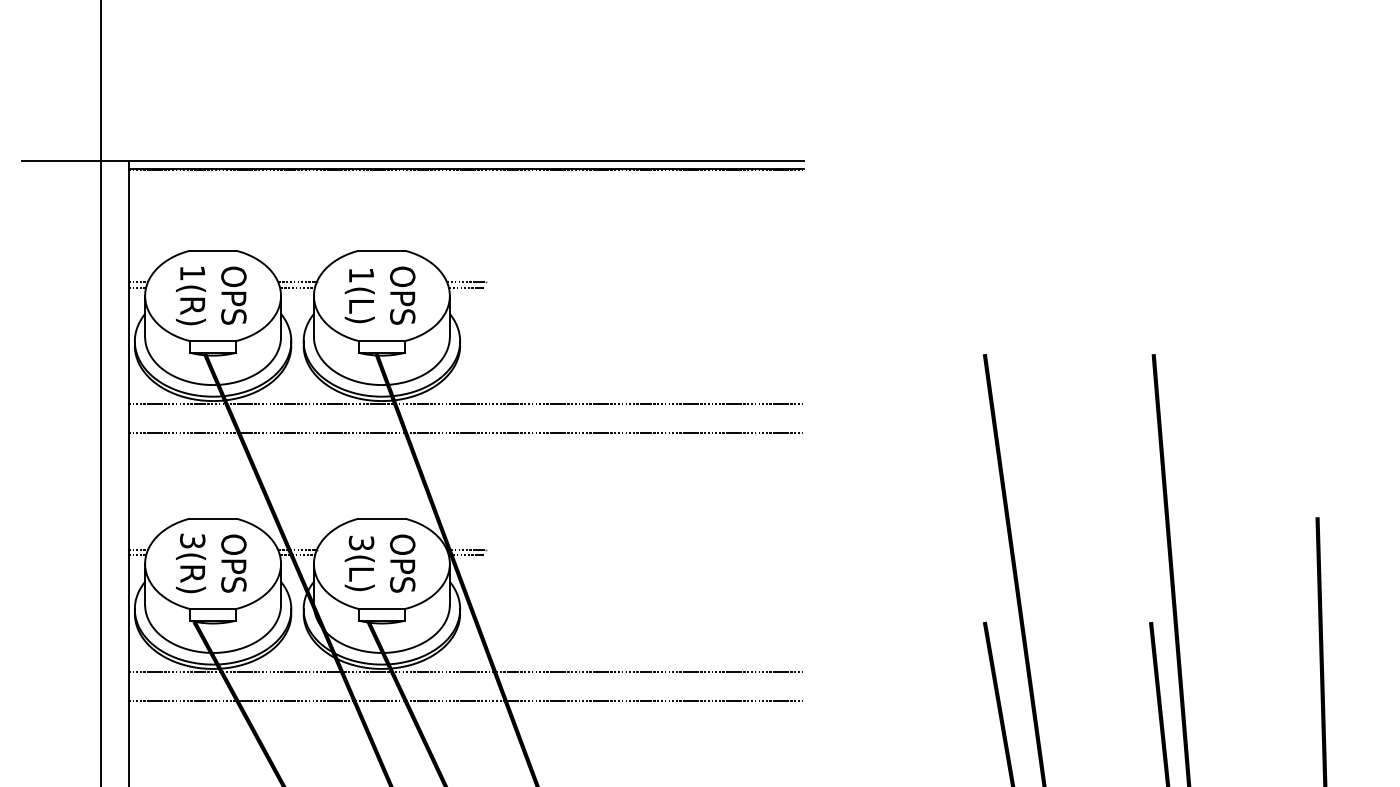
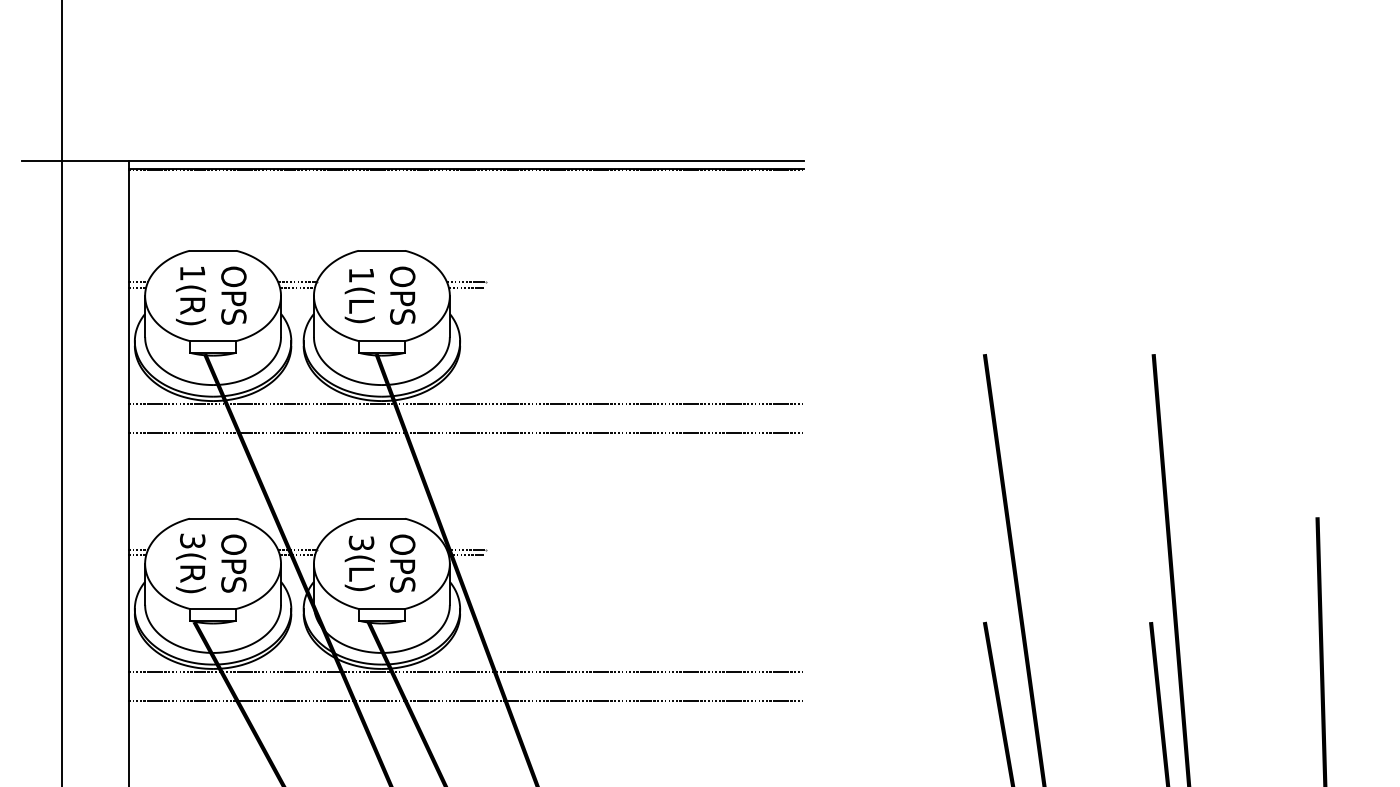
line at (101, 392) position: (101, 392) -> (62, 392)
